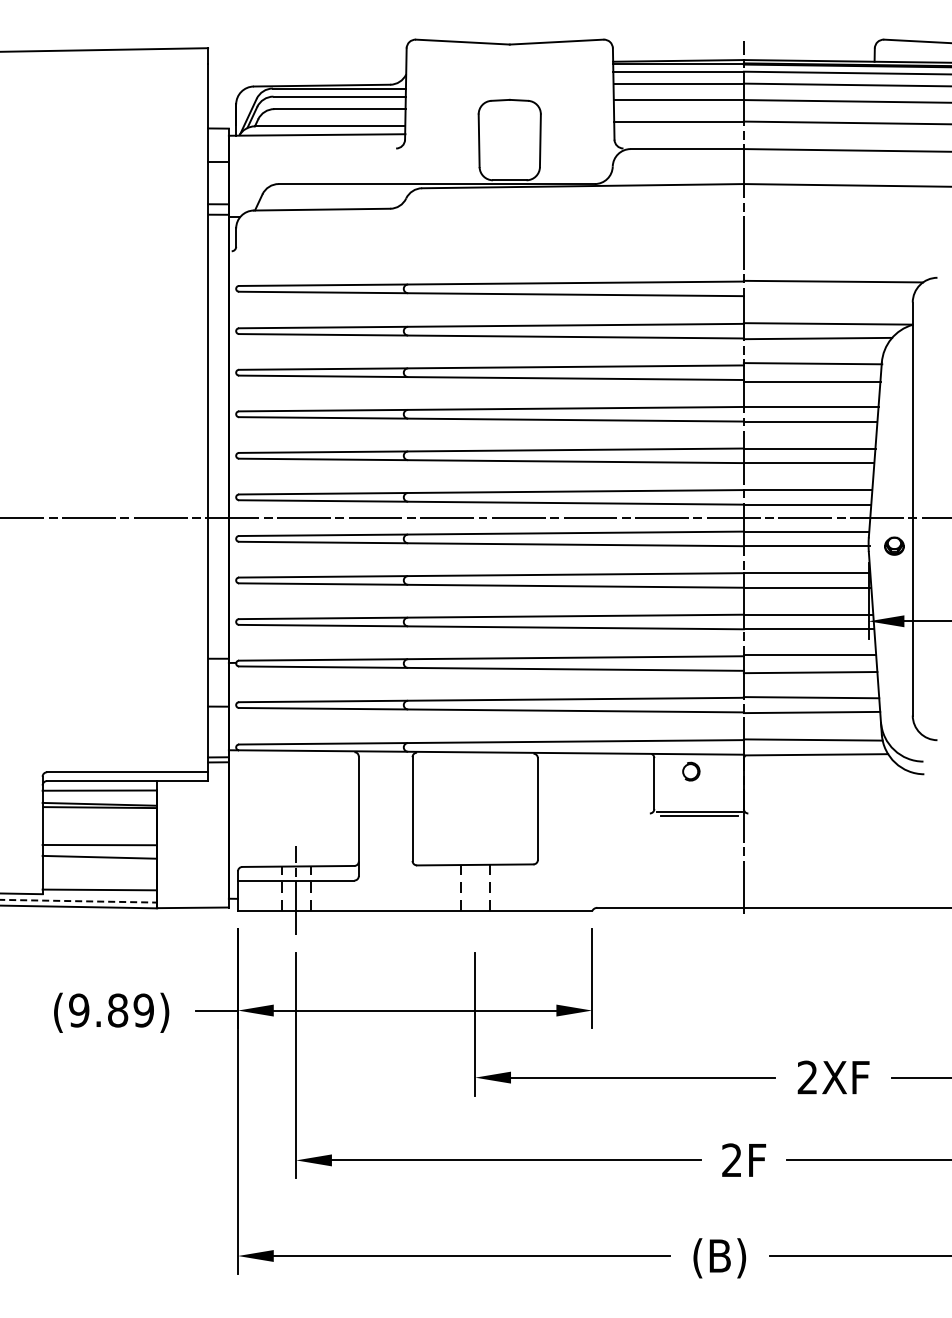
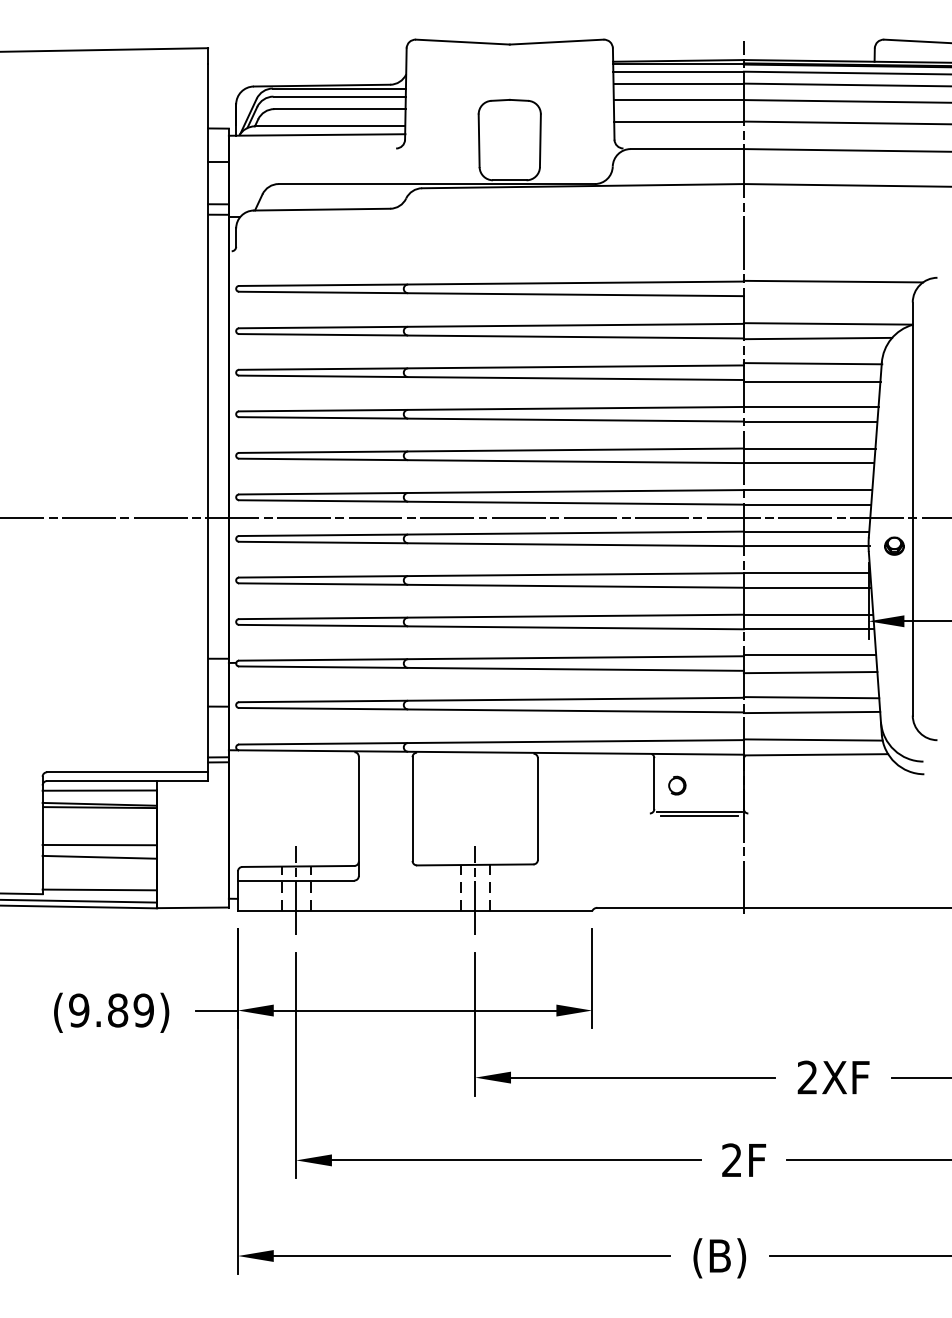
part at (691, 771) position: (691, 771) -> (677, 785)
line at (475, 890): none -> present
line at (79, 901): dashed -> solid
